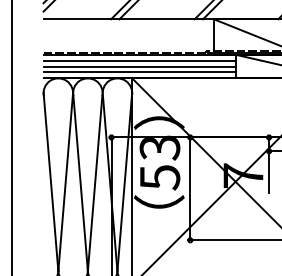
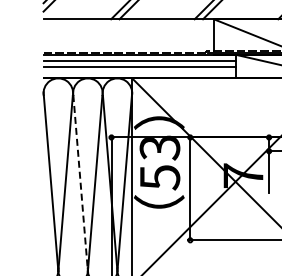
line at (139, 72): present -> none
line at (12, 137): present -> none
line at (80, 183): solid -> dashed
